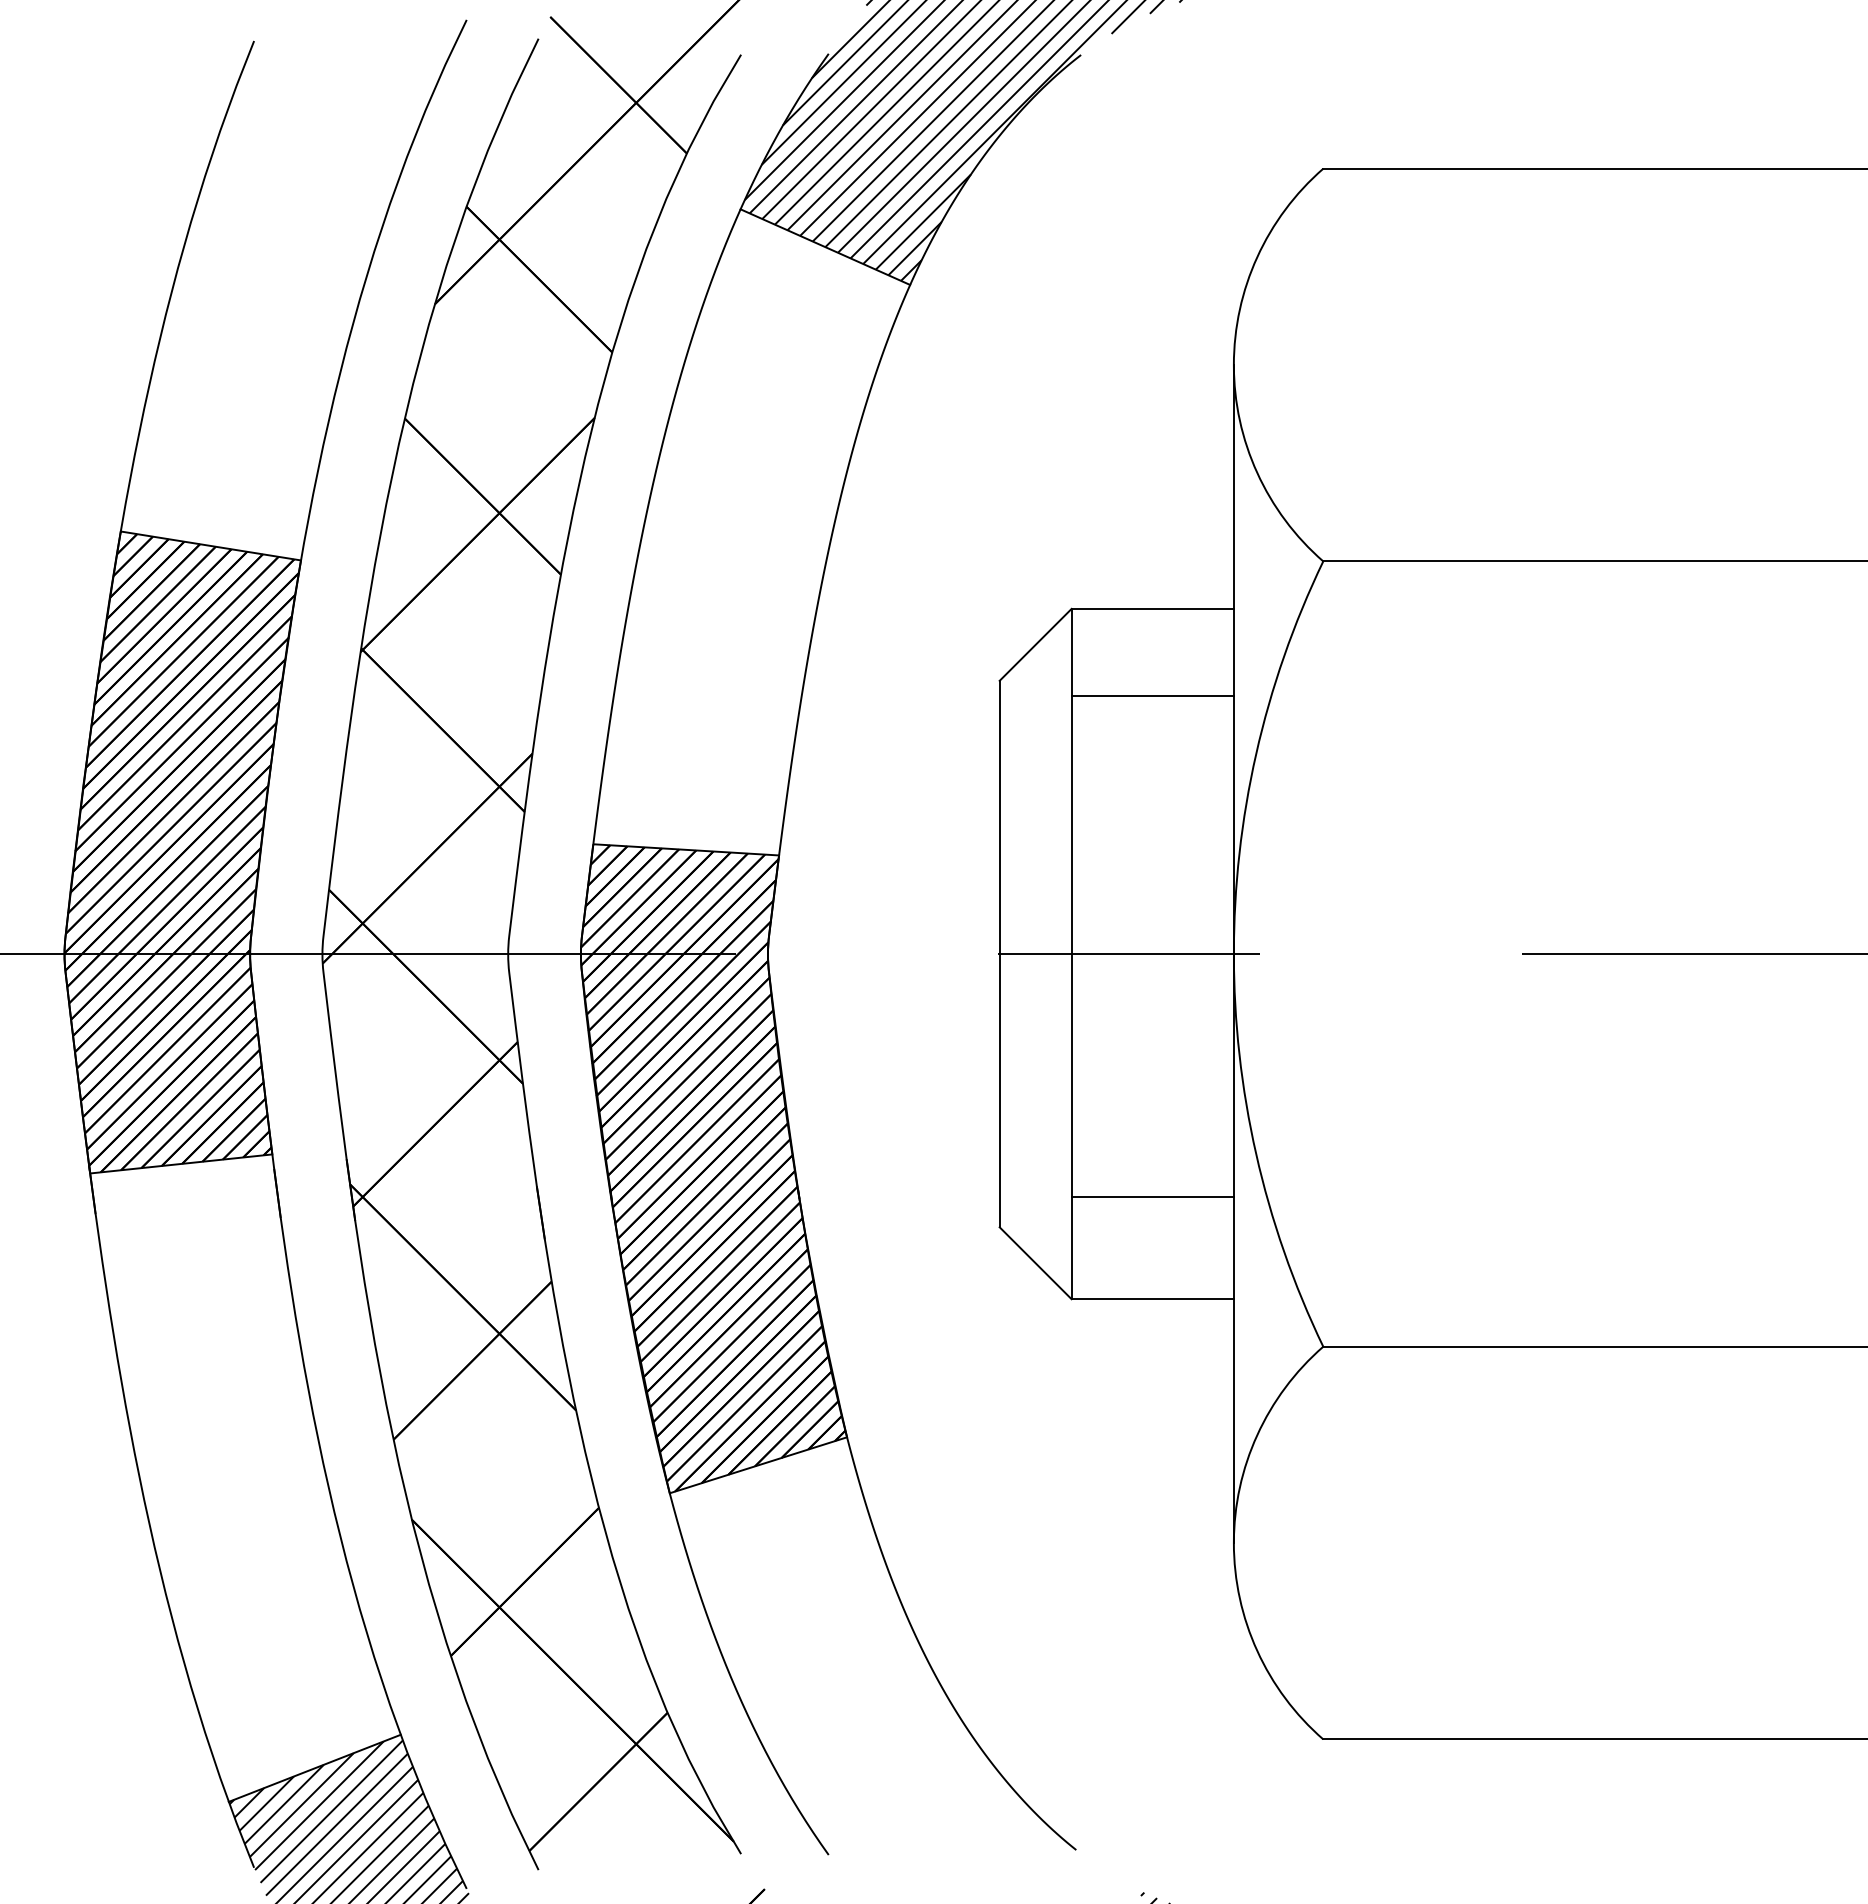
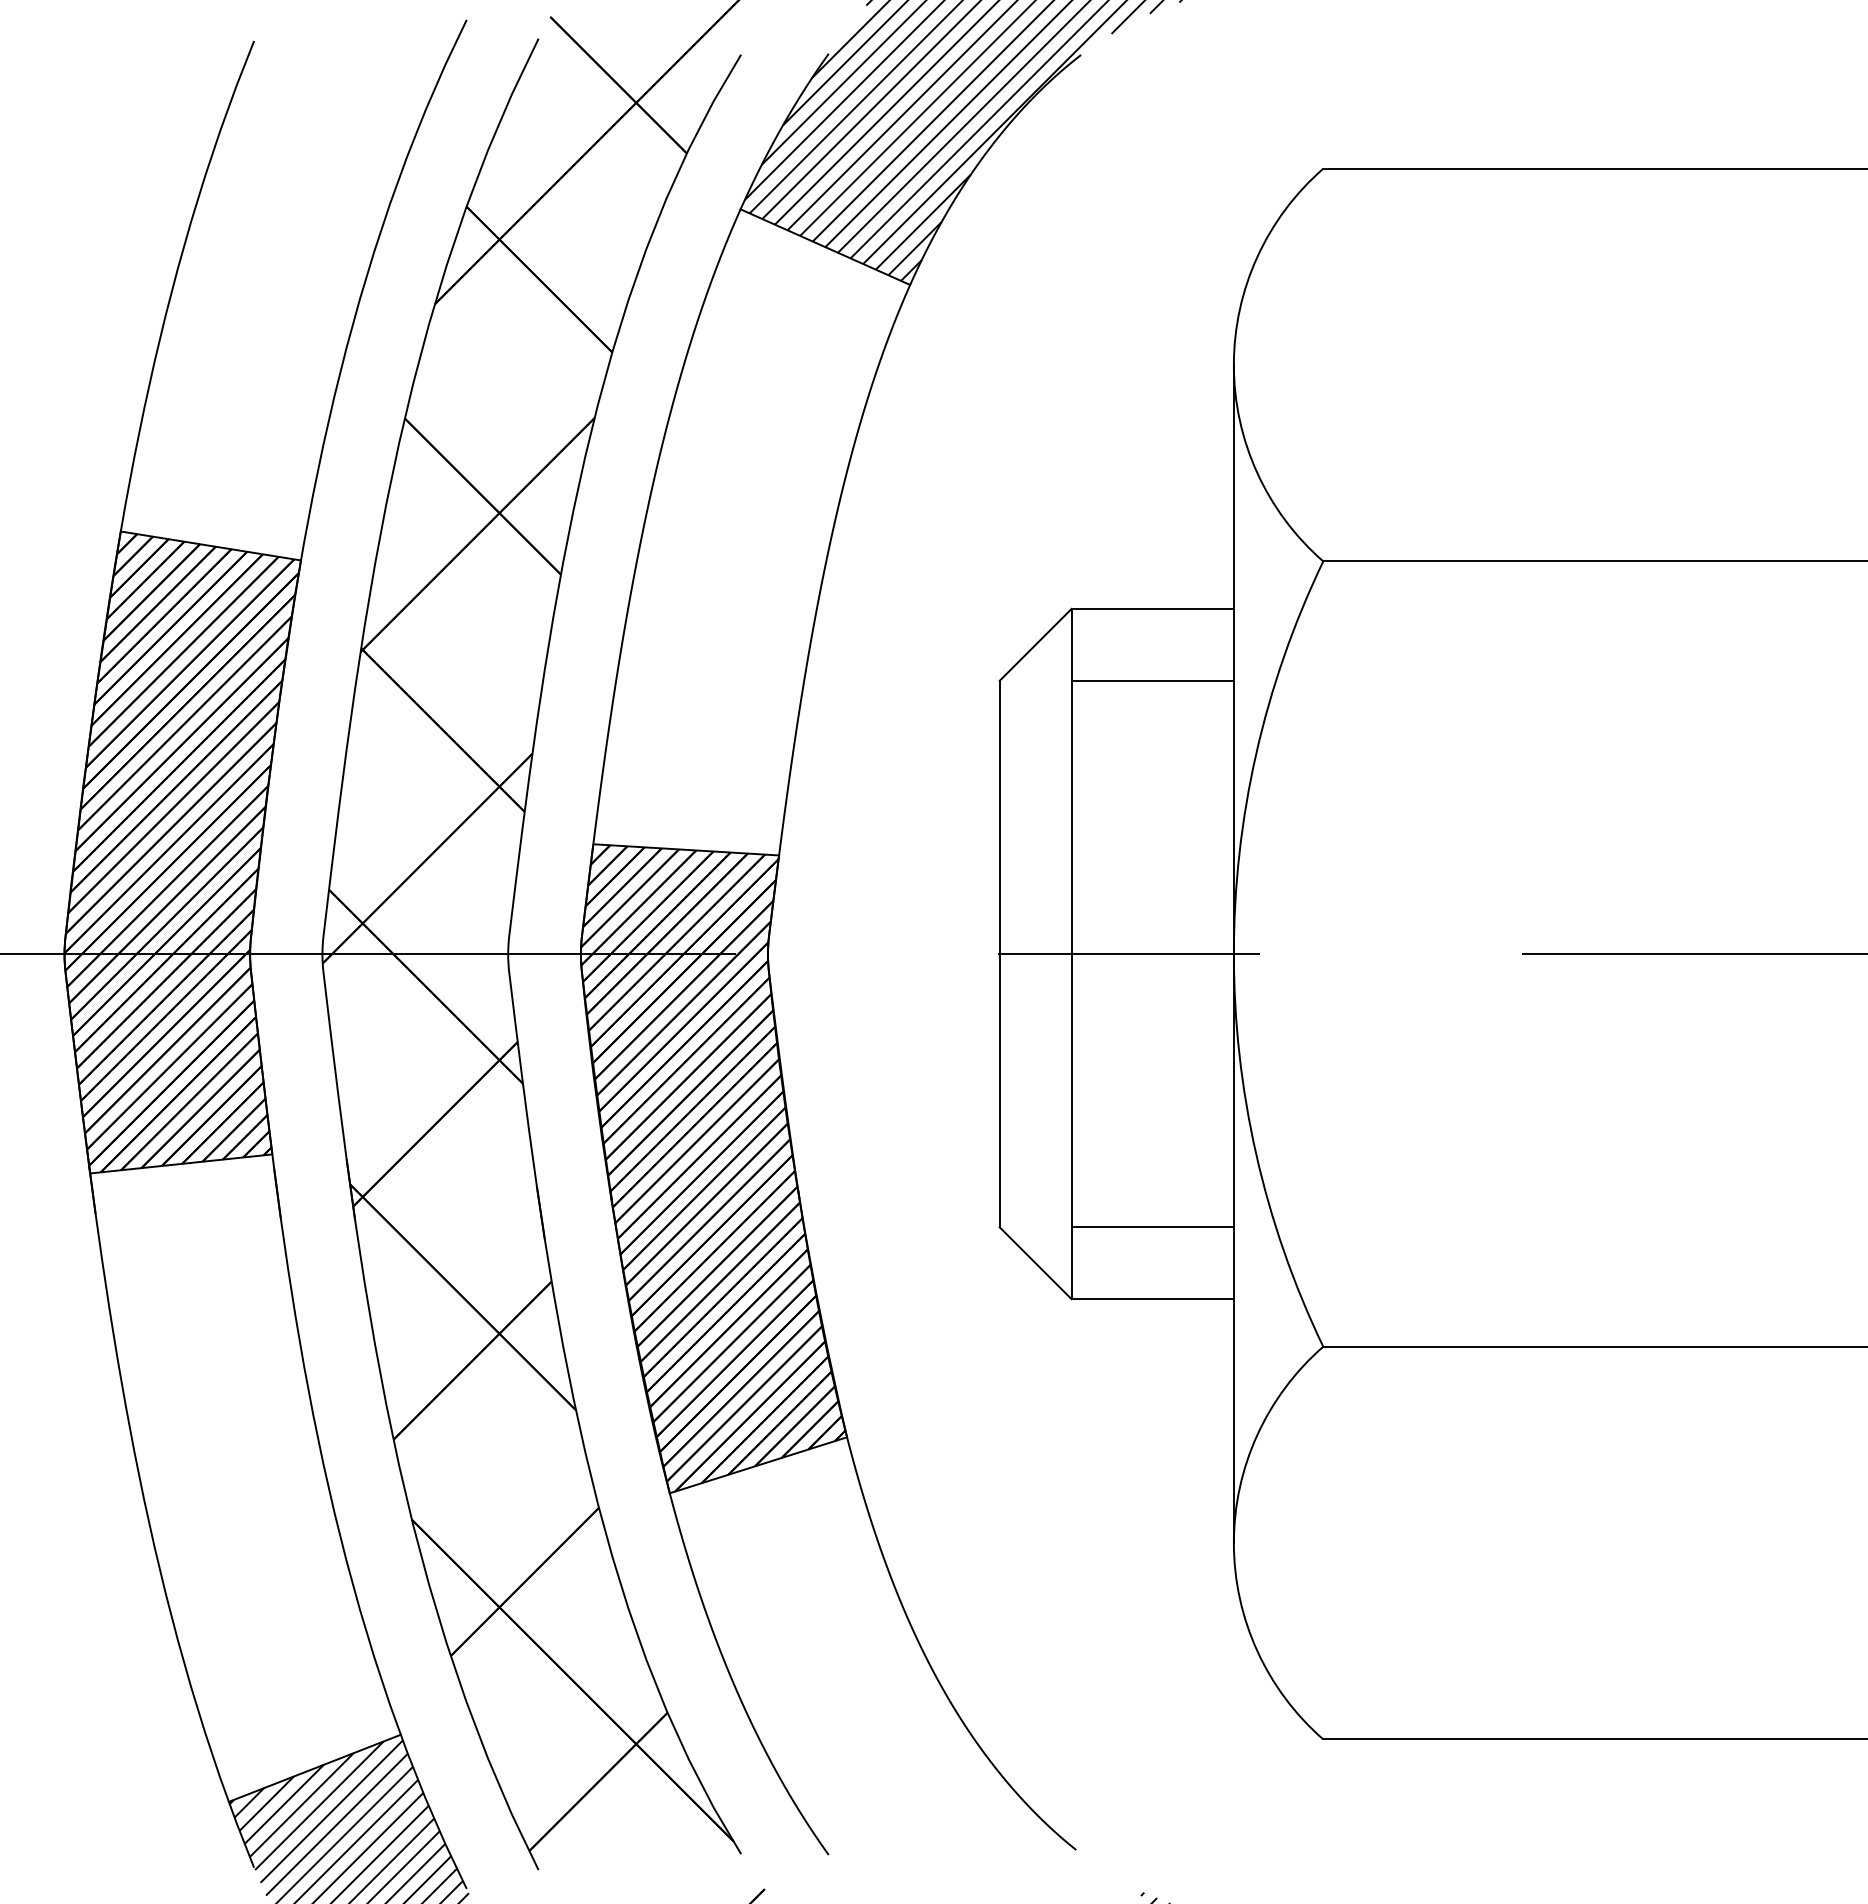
line at (1152, 695) position: (1152, 695) -> (1152, 680)
line at (1152, 1197) position: (1152, 1197) -> (1152, 1227)
